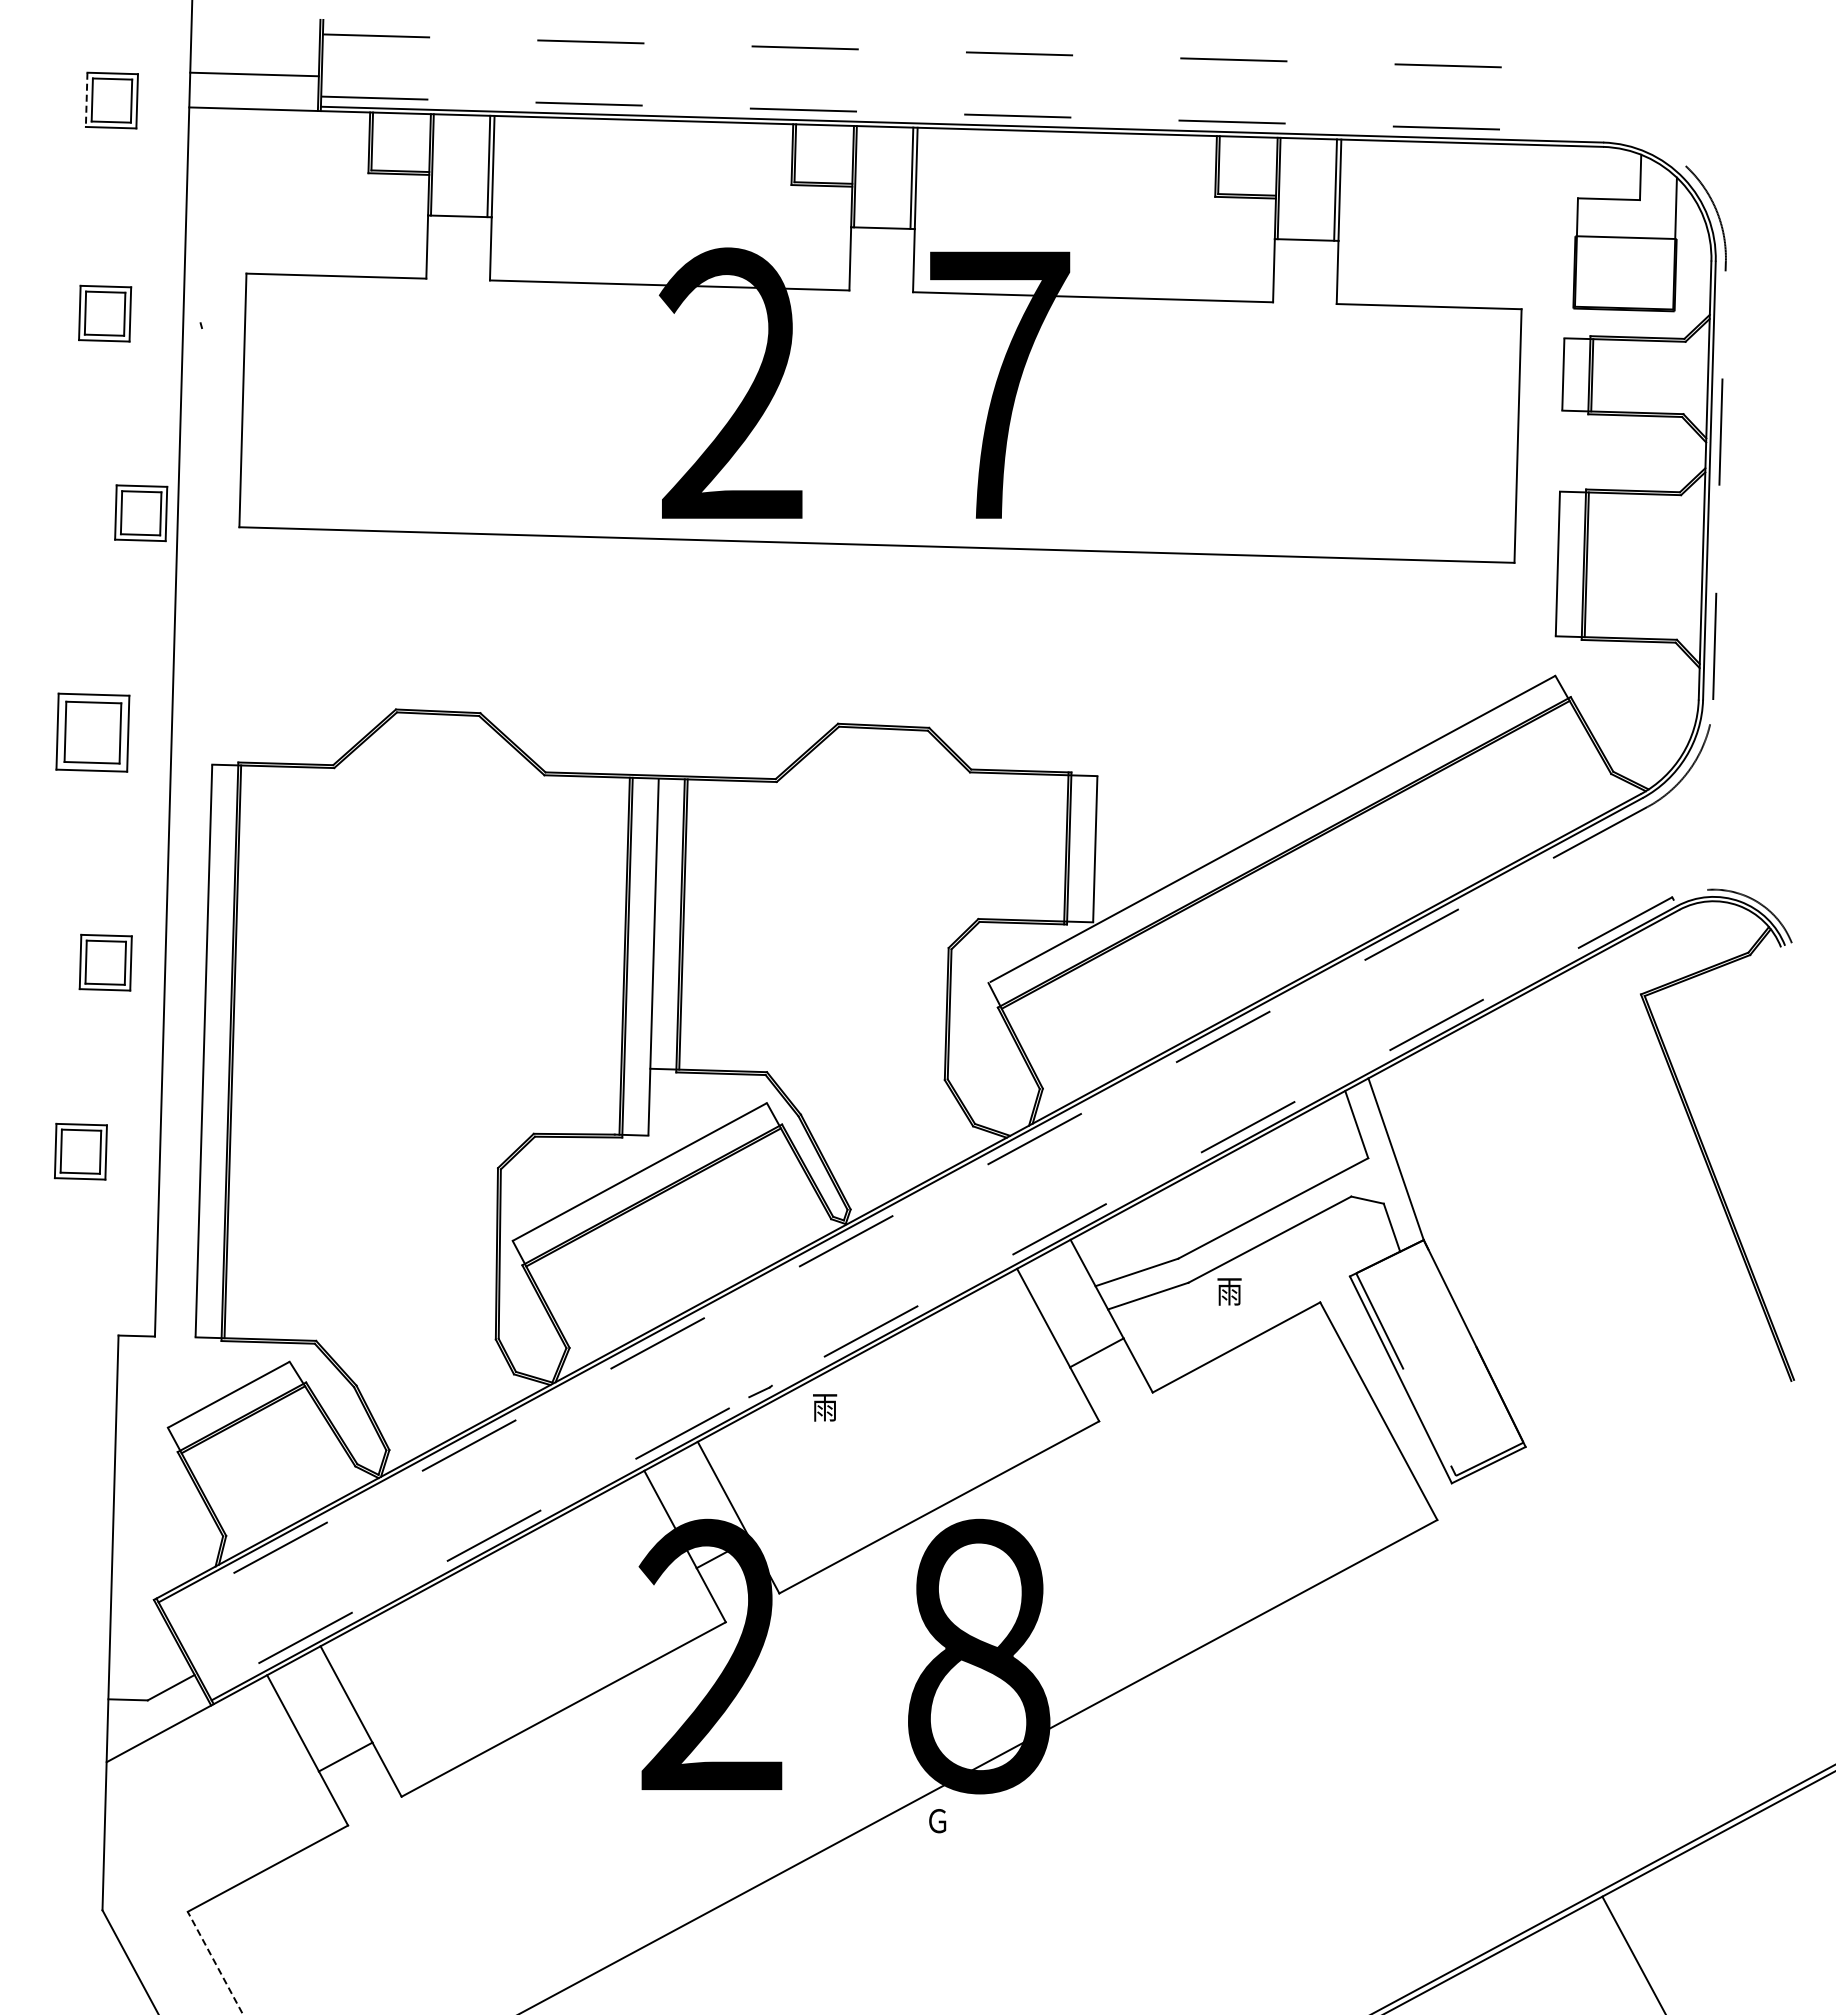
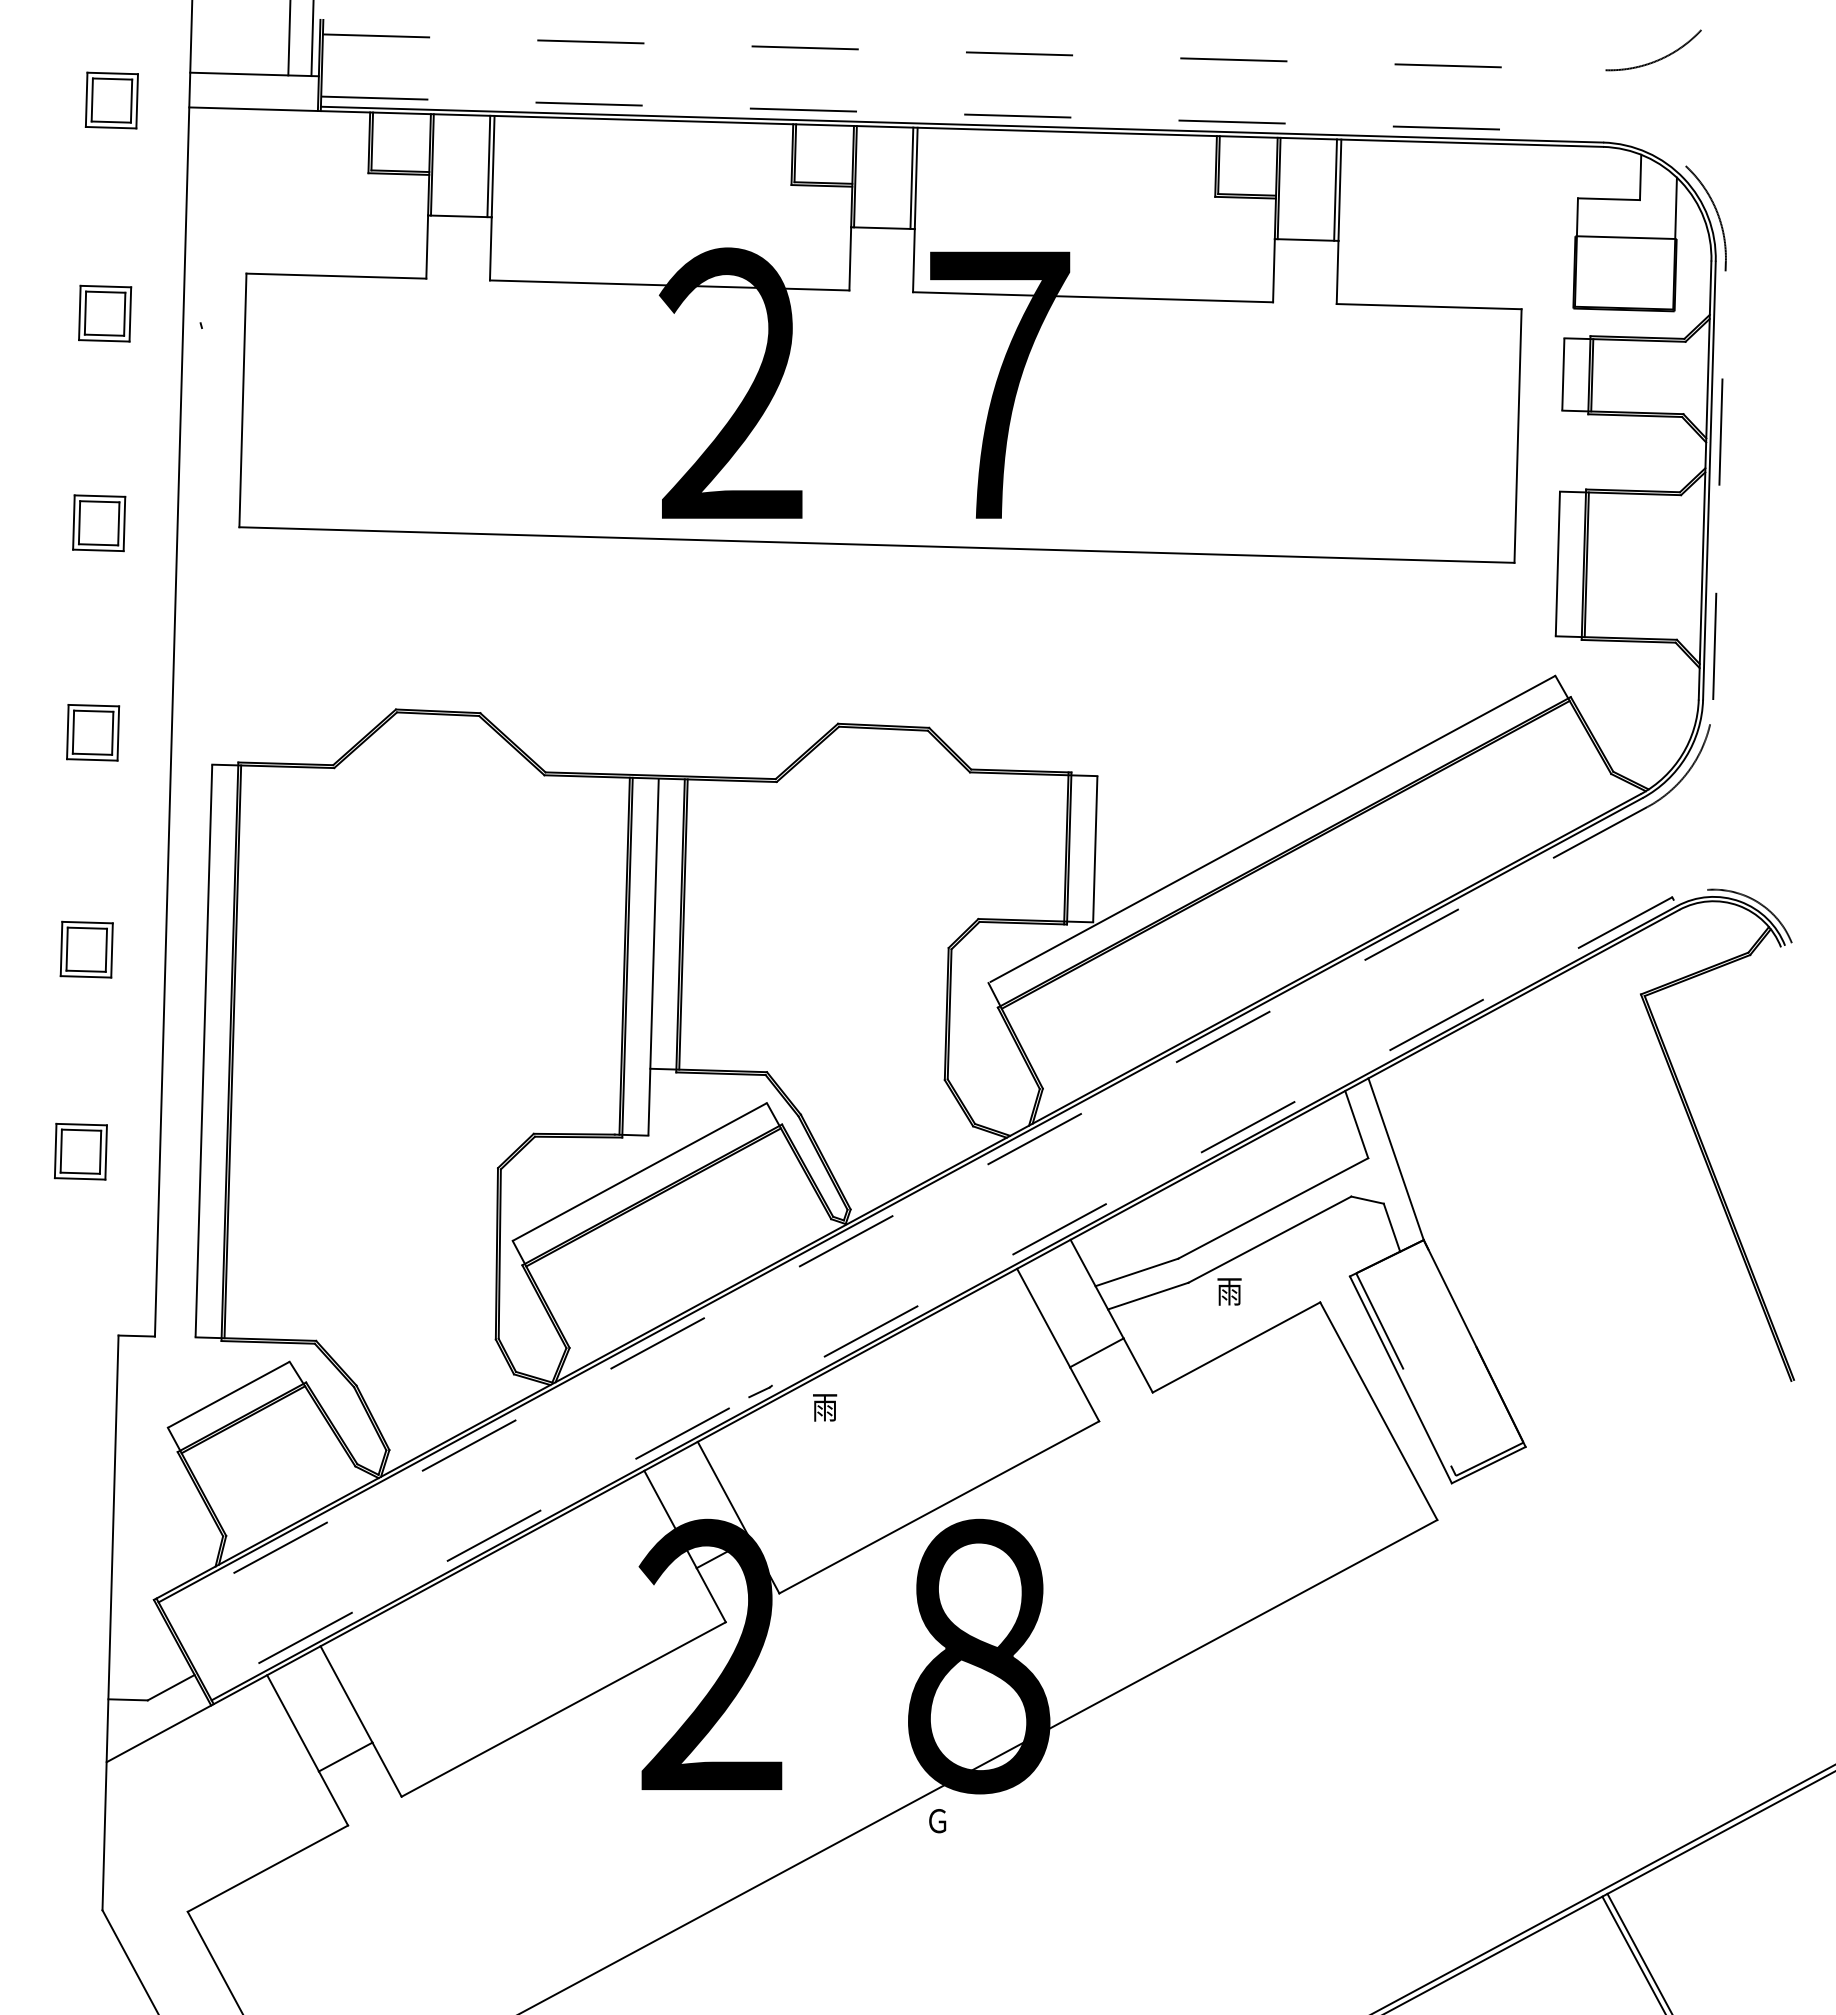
line at (289, 38): none -> present
line at (312, 39): none -> present
arc at (1657, 59): none -> present
line at (86, 100): dashed -> solid
part at (141, 513) position: (141, 513) -> (99, 523)
part at (92, 732) size: 76x81 px -> 55x58 px
part at (105, 962) position: (105, 962) -> (86, 949)
line at (1639, 1952): none -> present
line at (215, 1962): dashed -> solid
